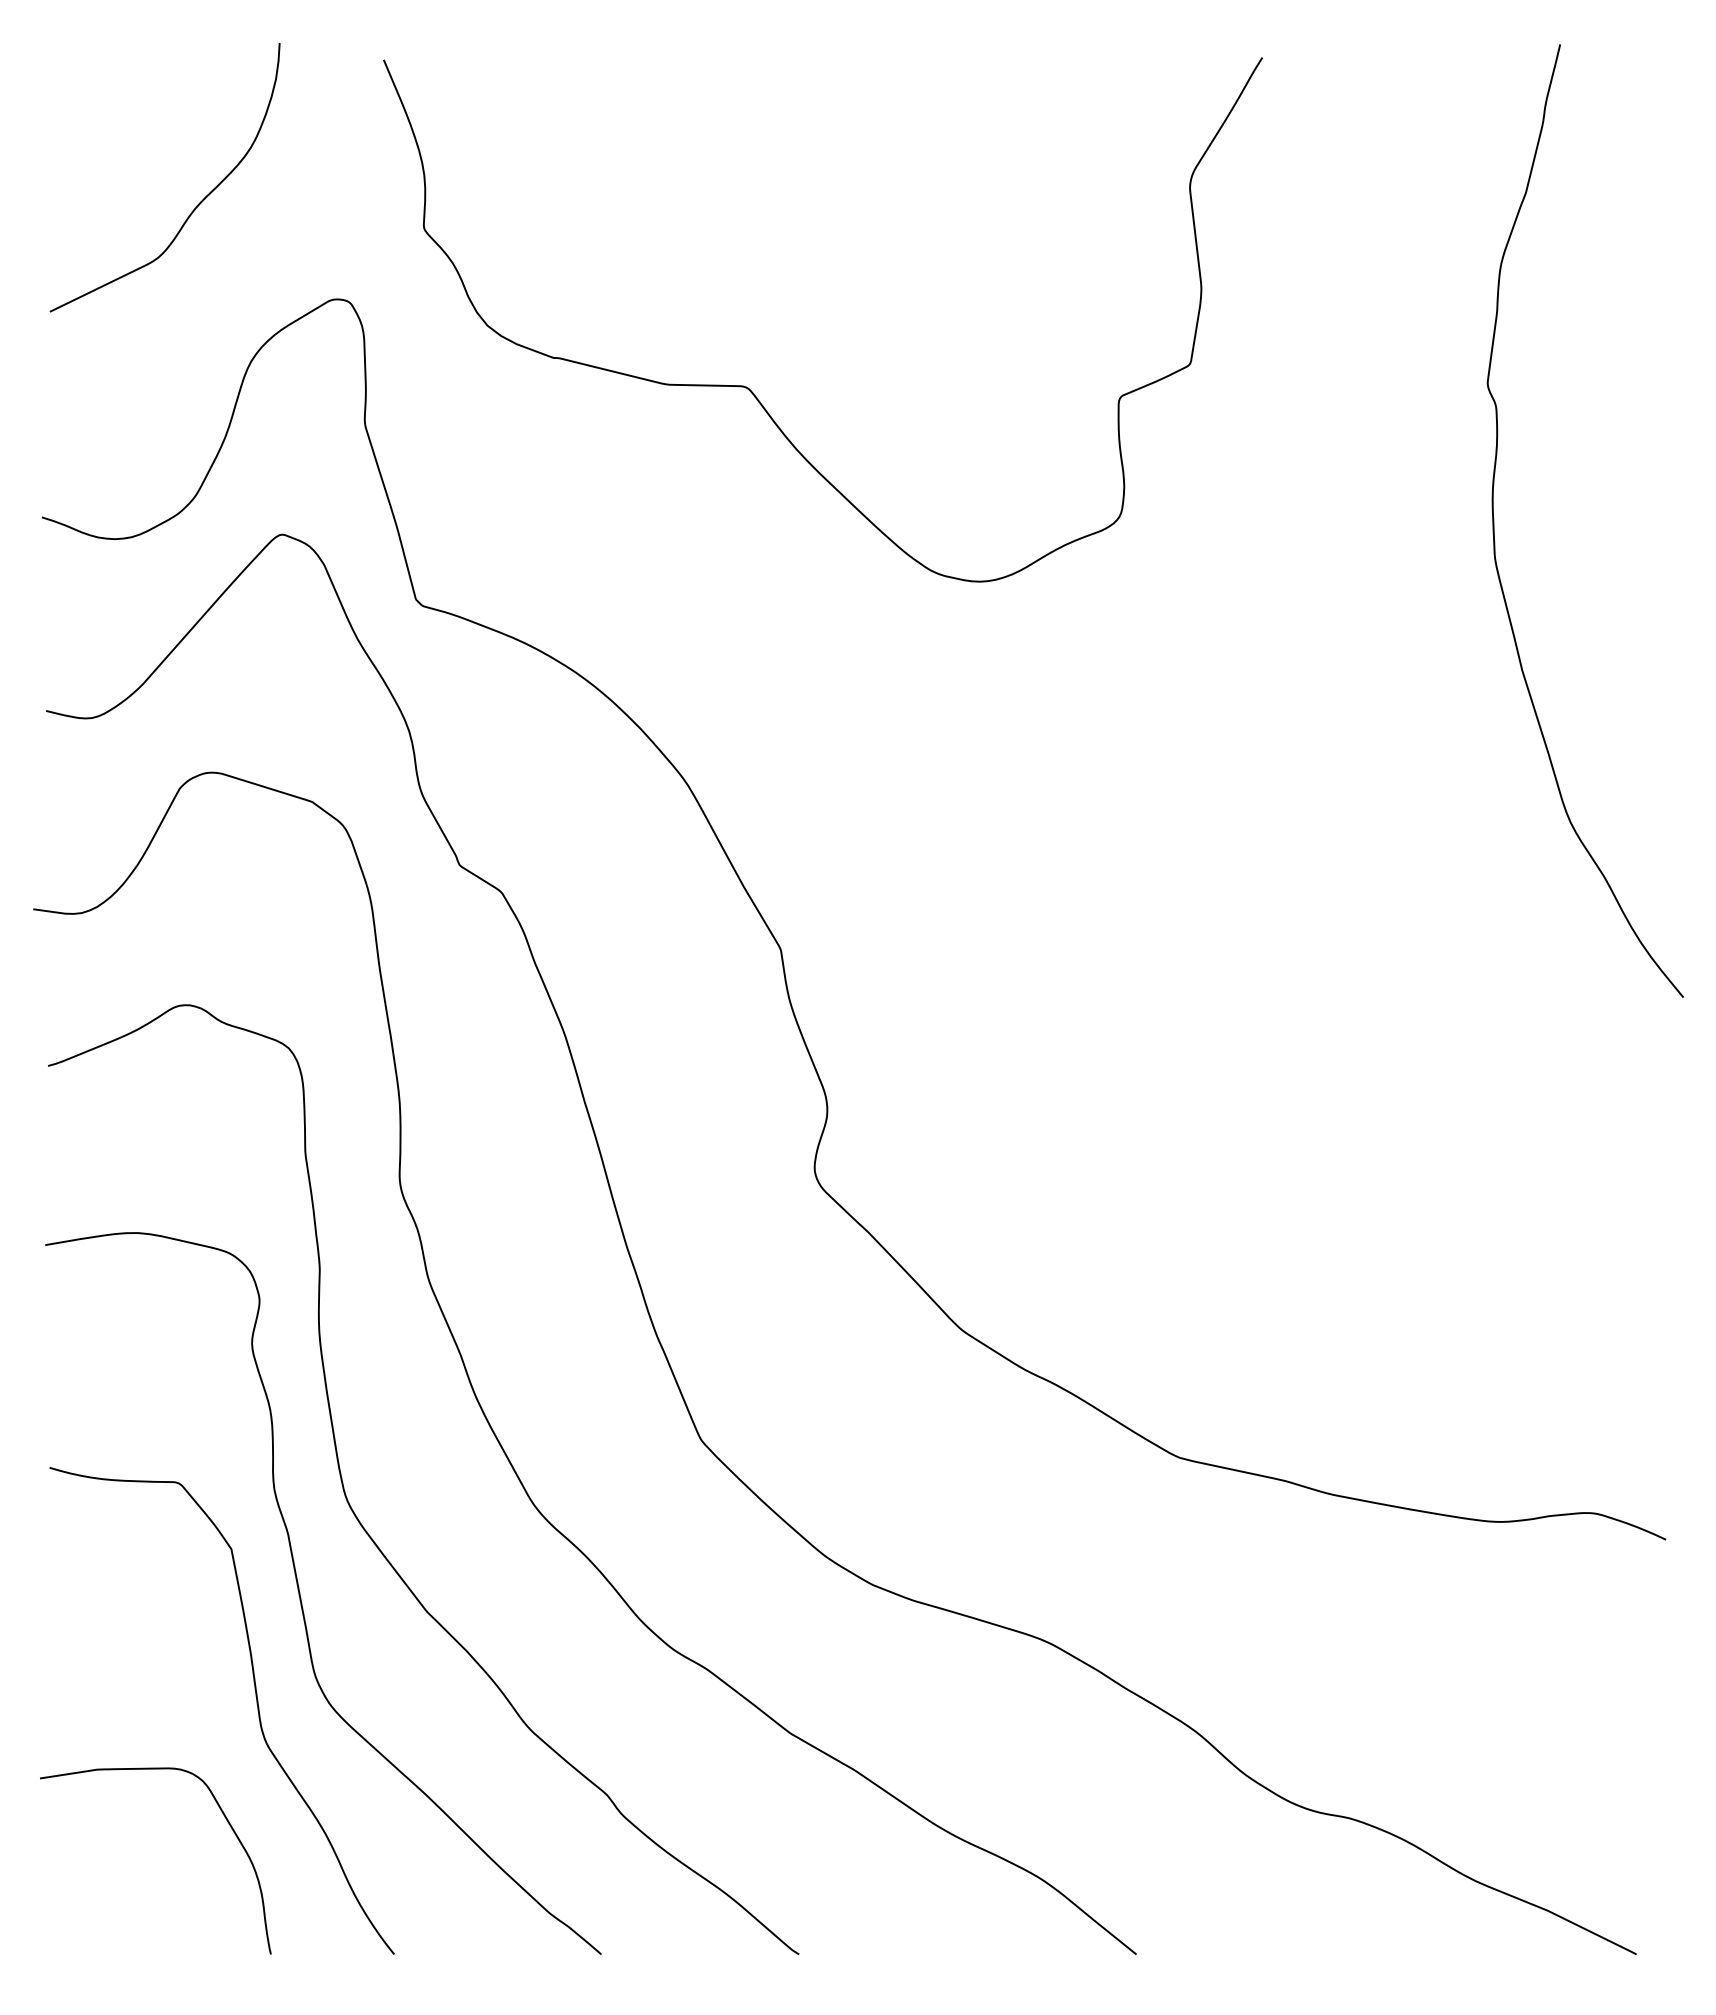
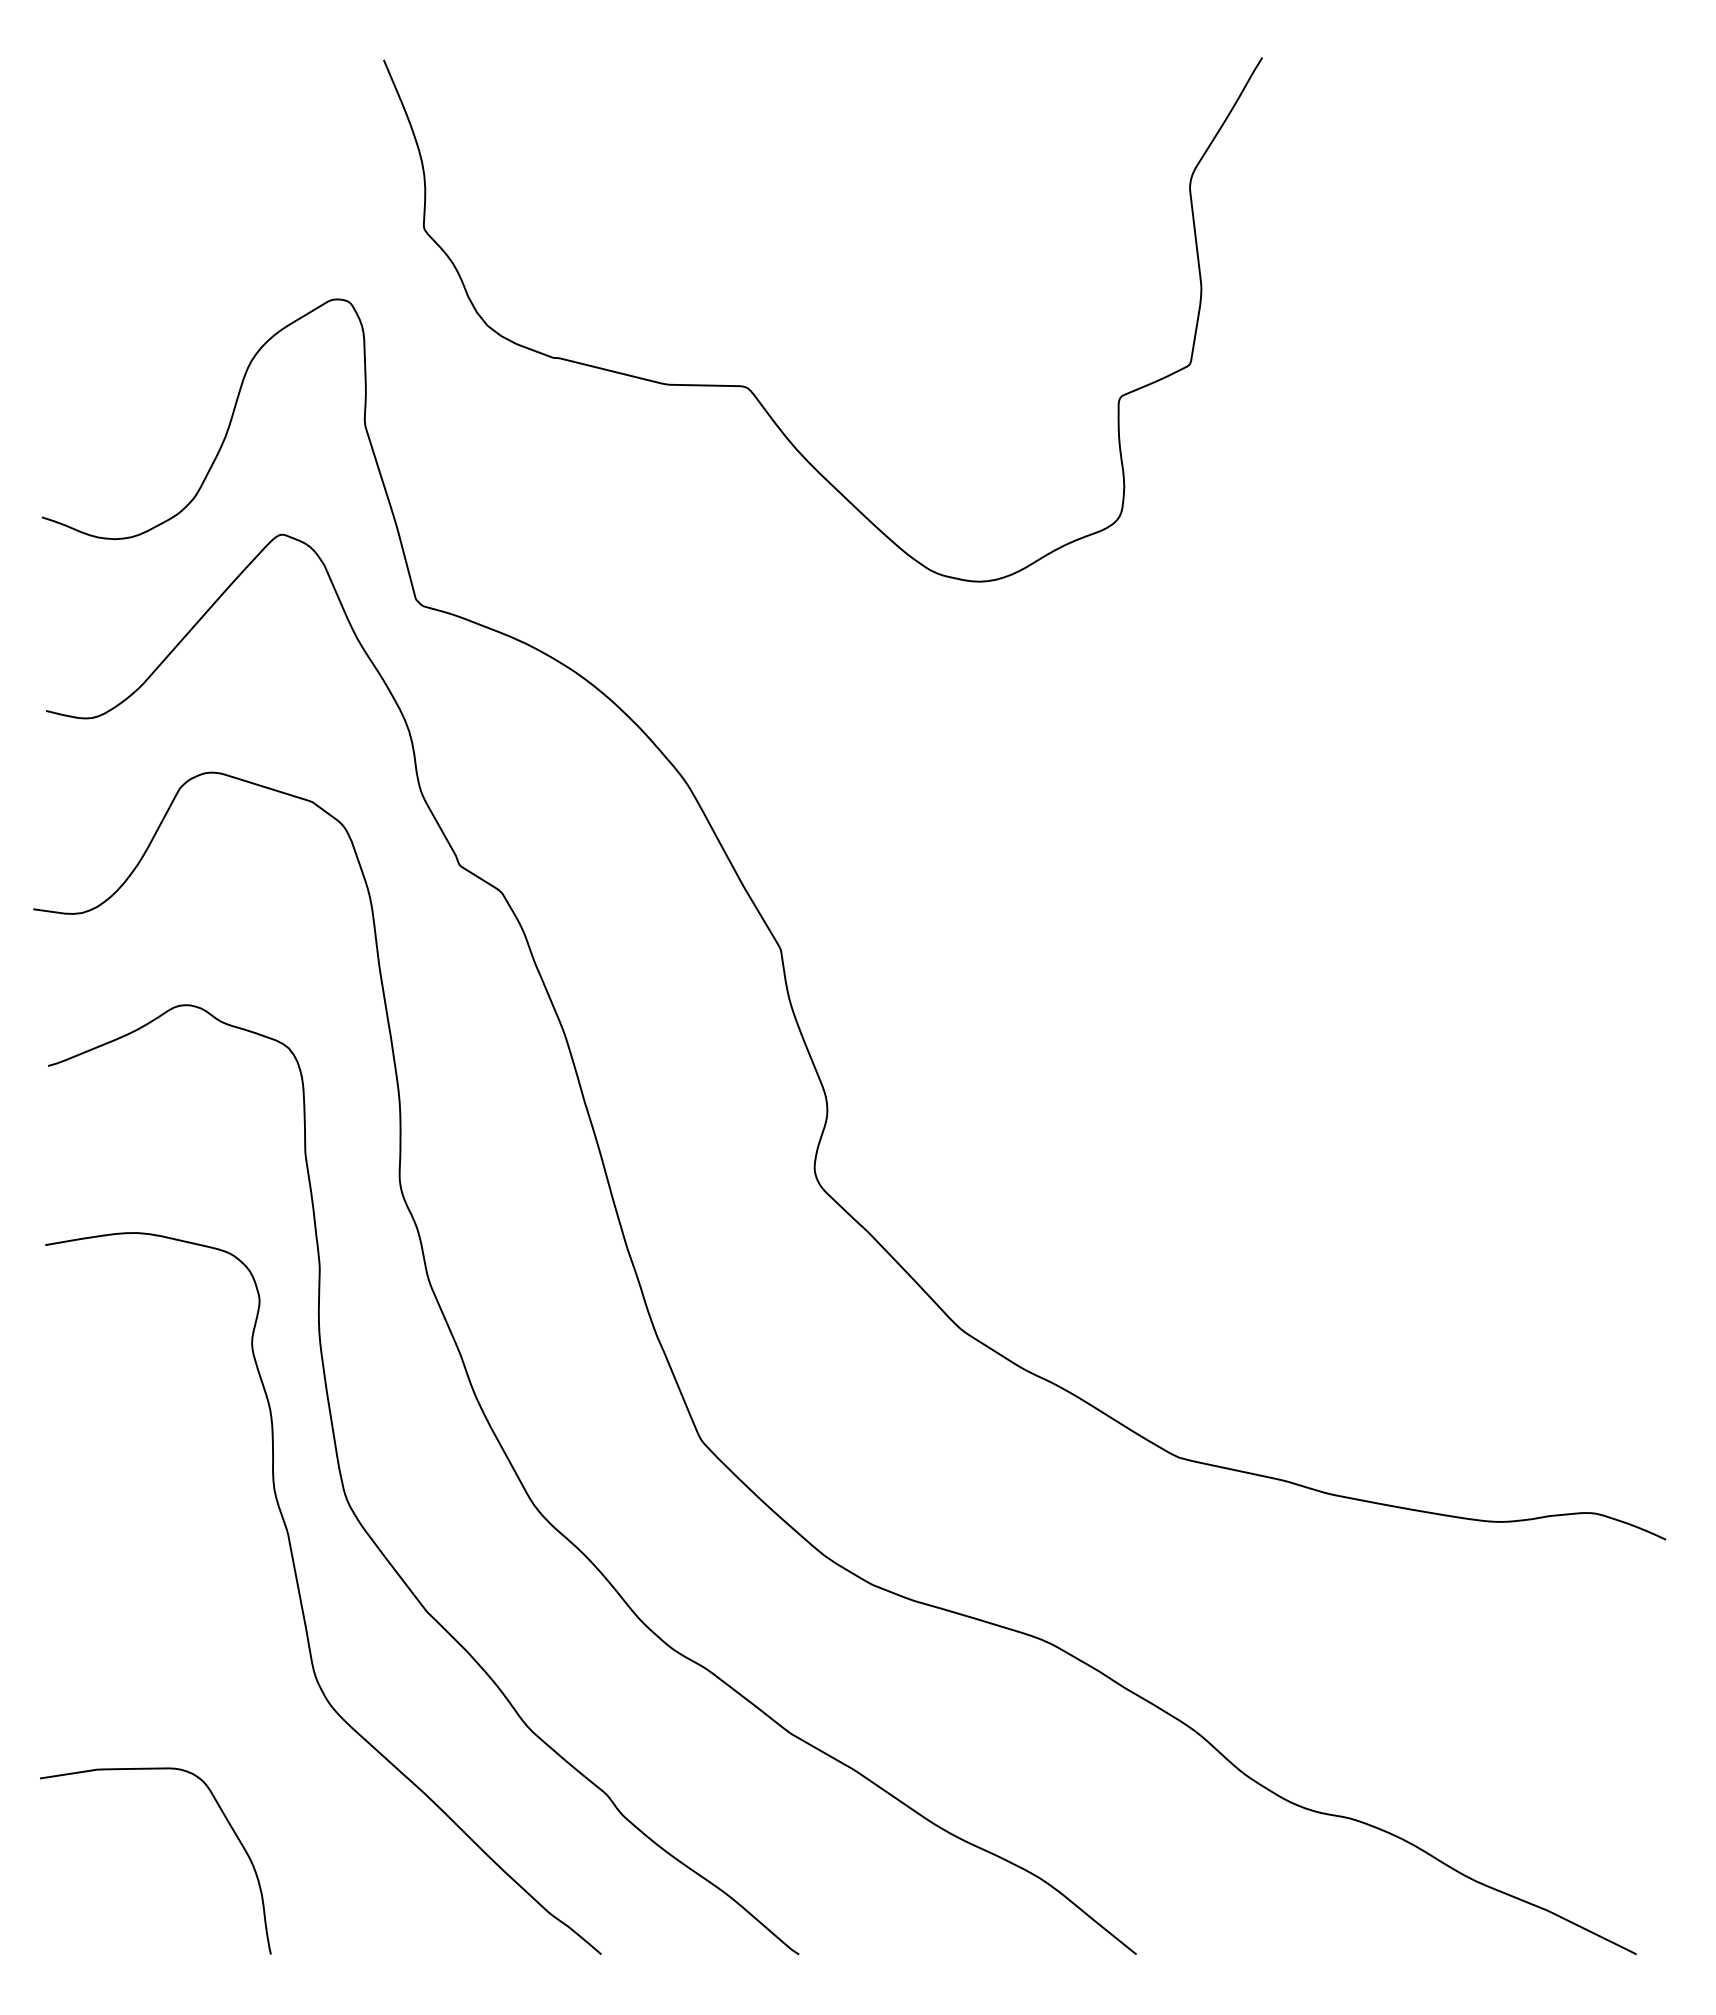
curve at (196, 205): present -> none
curve at (1494, 520): present -> none
curve at (256, 1703): present -> none
